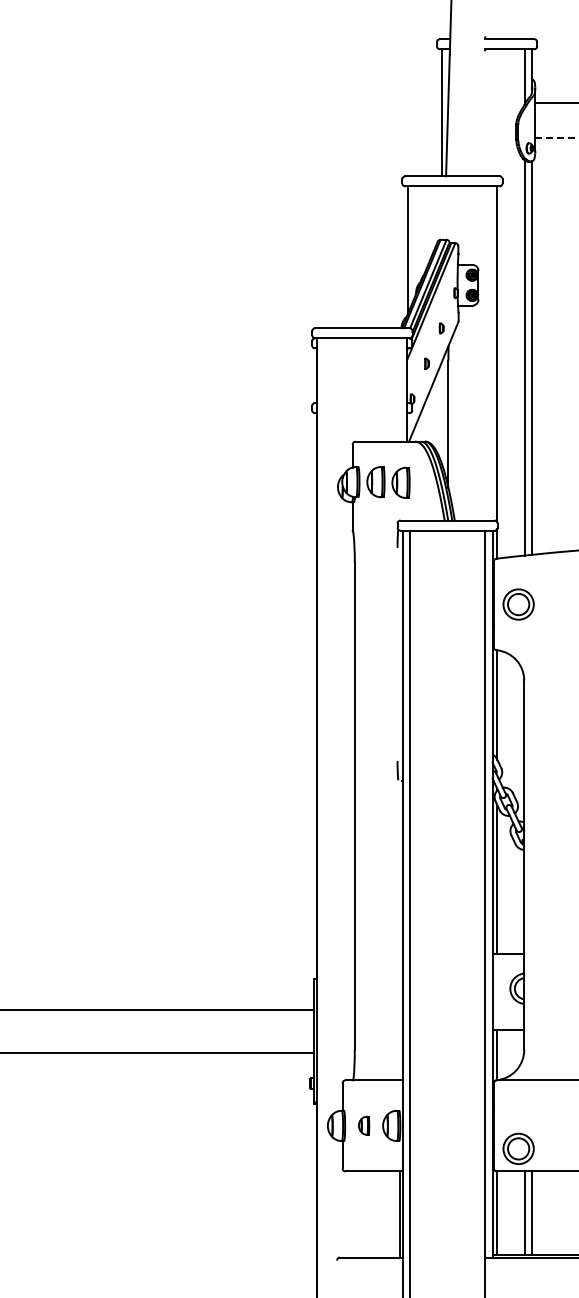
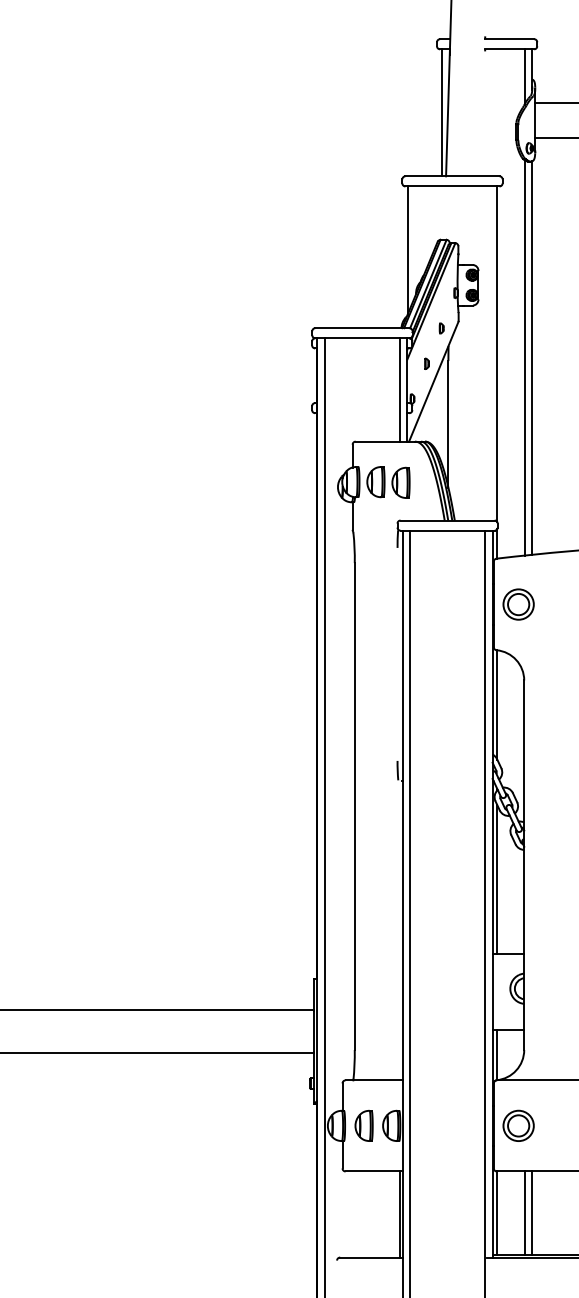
line at (557, 137): dashed -> solid
line at (399, 389): none -> present
line at (325, 816): none -> present
part at (364, 1125) size: 13x21 px -> 20x33 px
part at (518, 1148) position: (518, 1148) -> (518, 1125)
